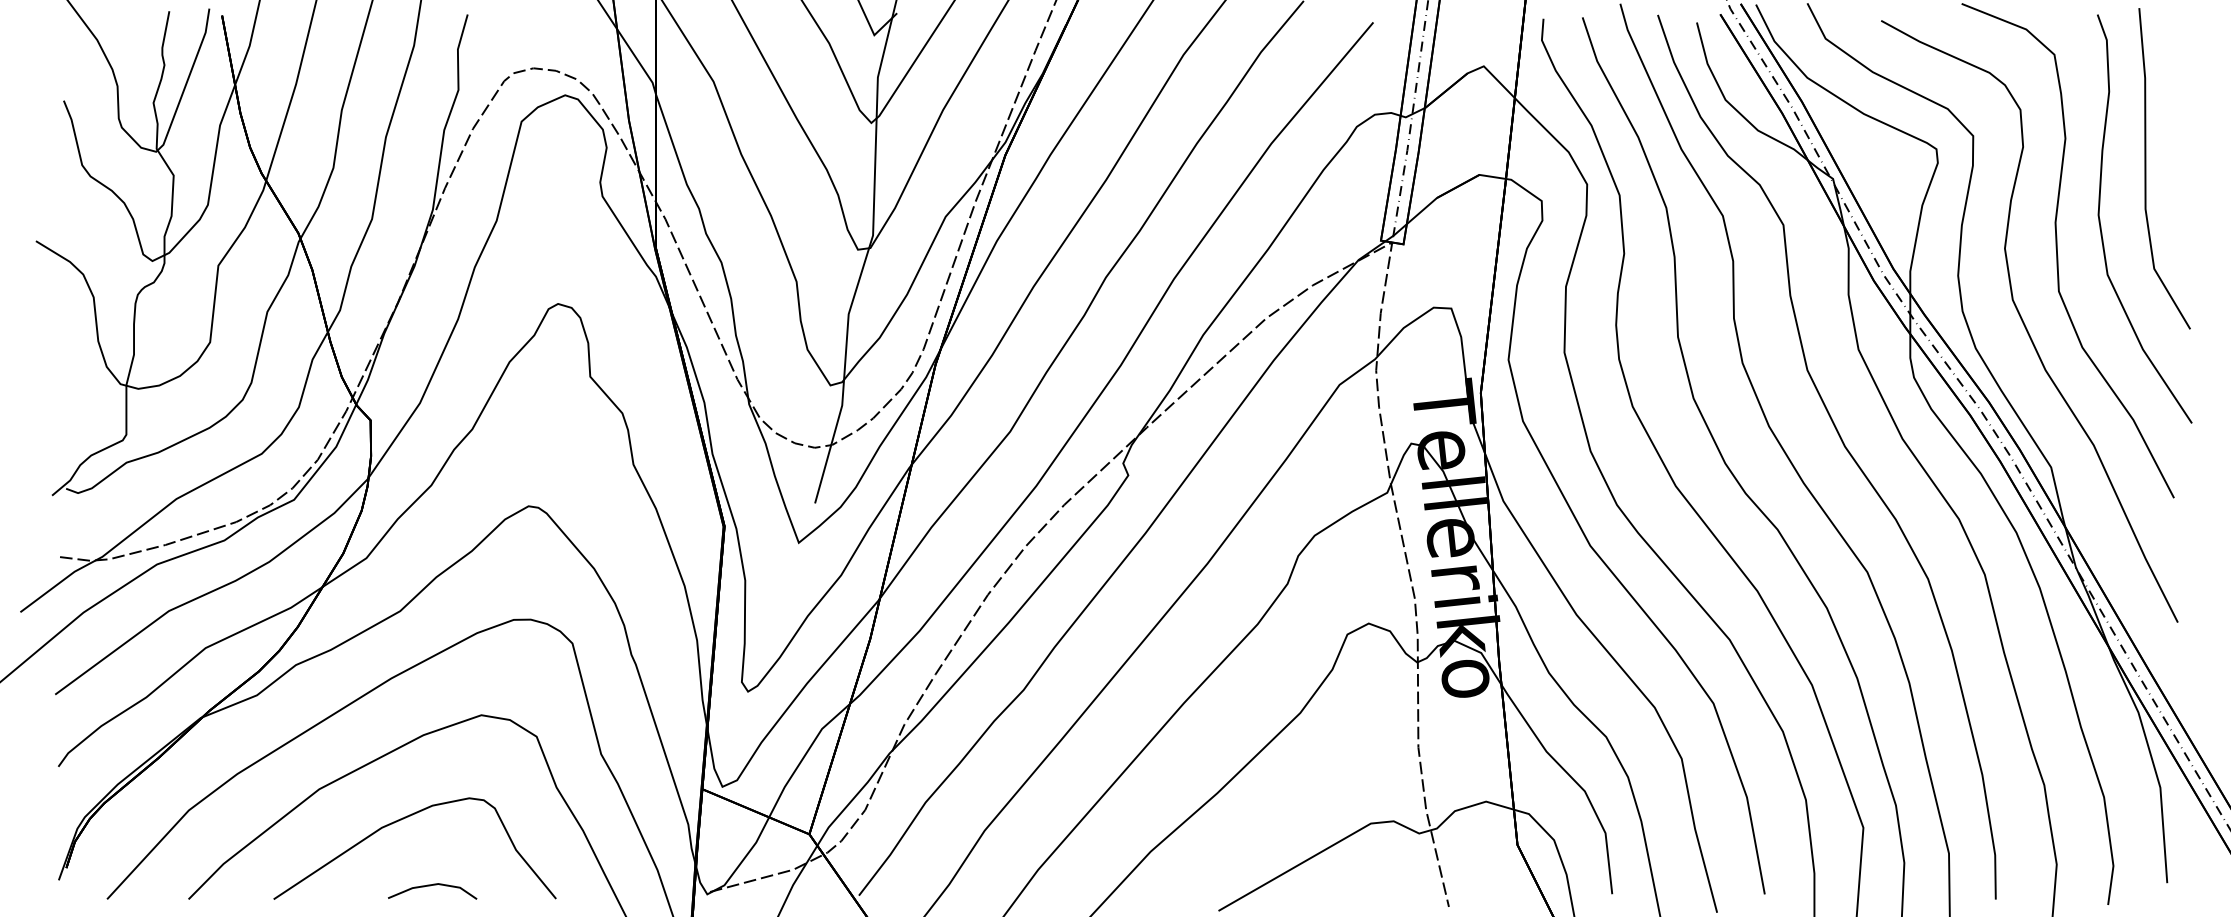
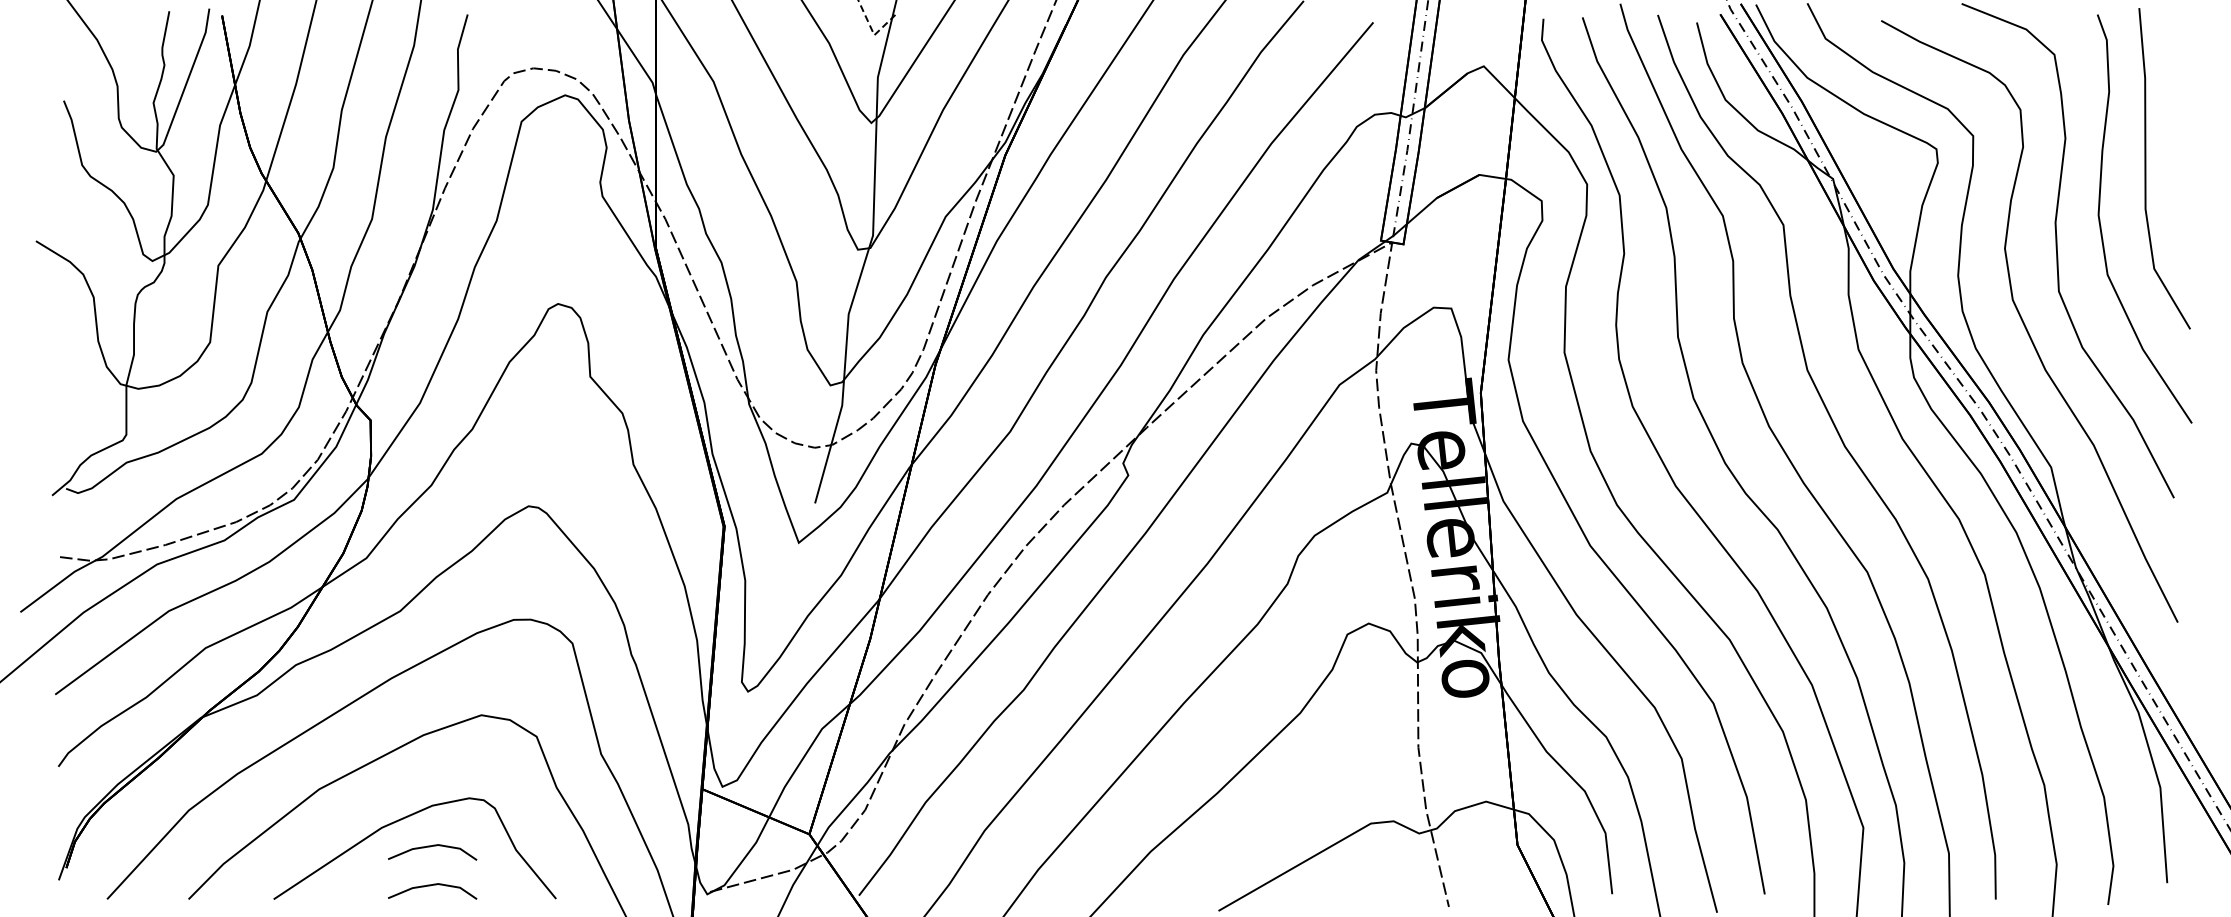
line at (873, 33): solid -> dashed
line at (430, 847): none -> present
